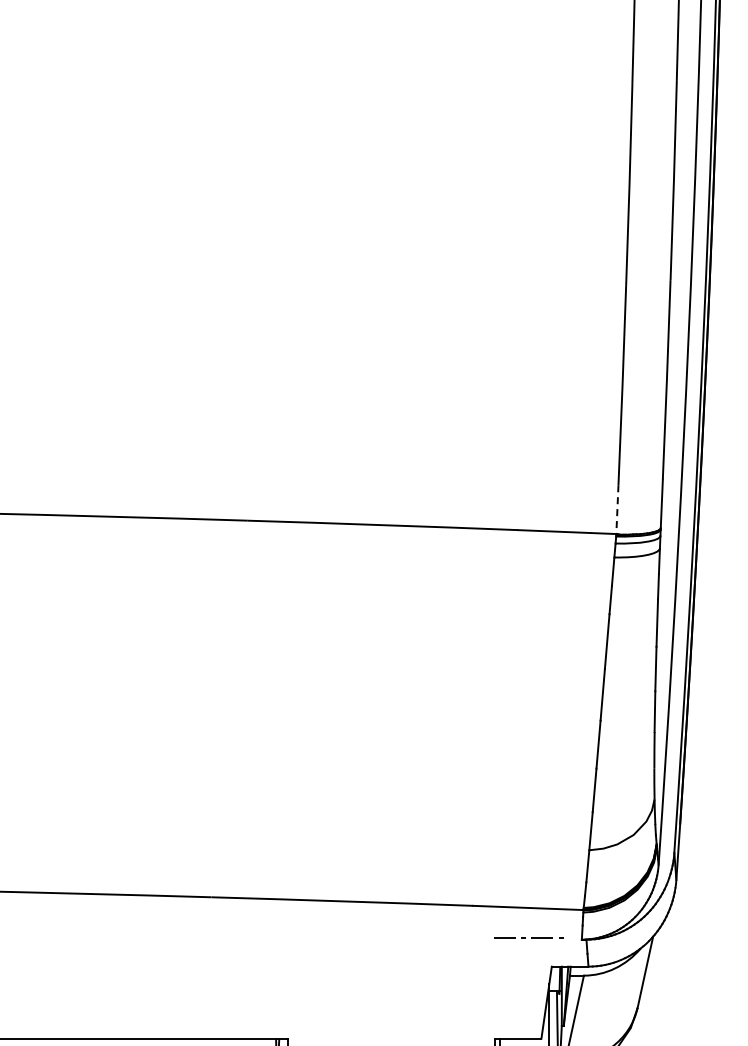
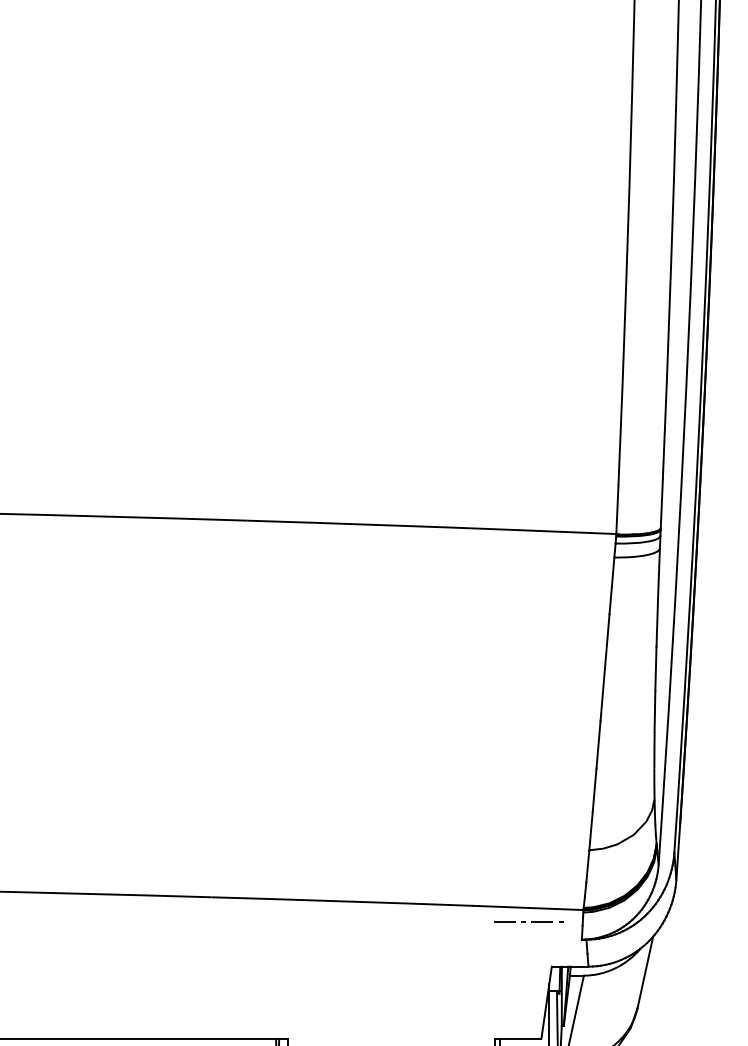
line at (617, 510): dashed -> solid
line at (525, 937) position: (525, 937) -> (525, 921)
